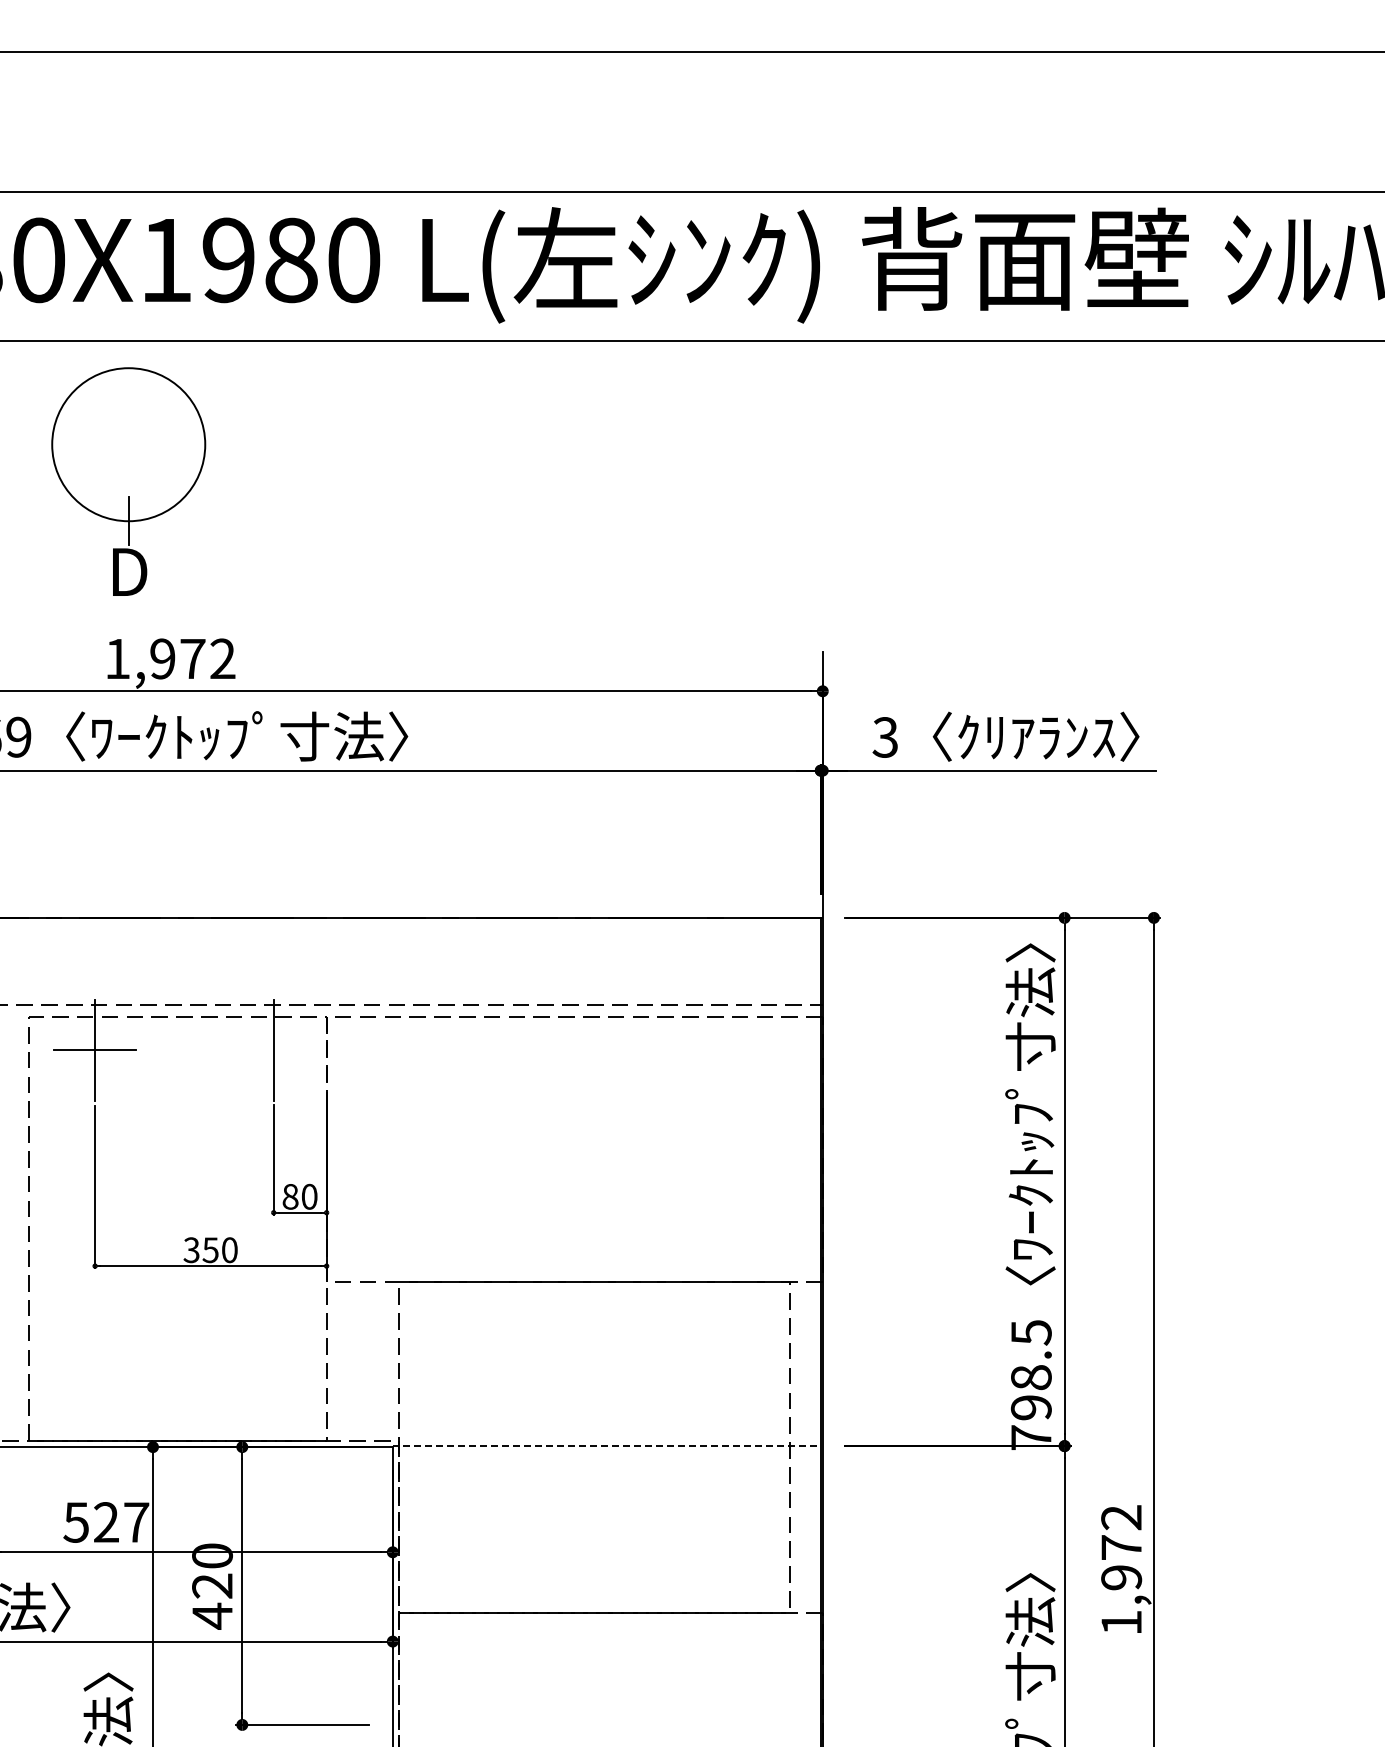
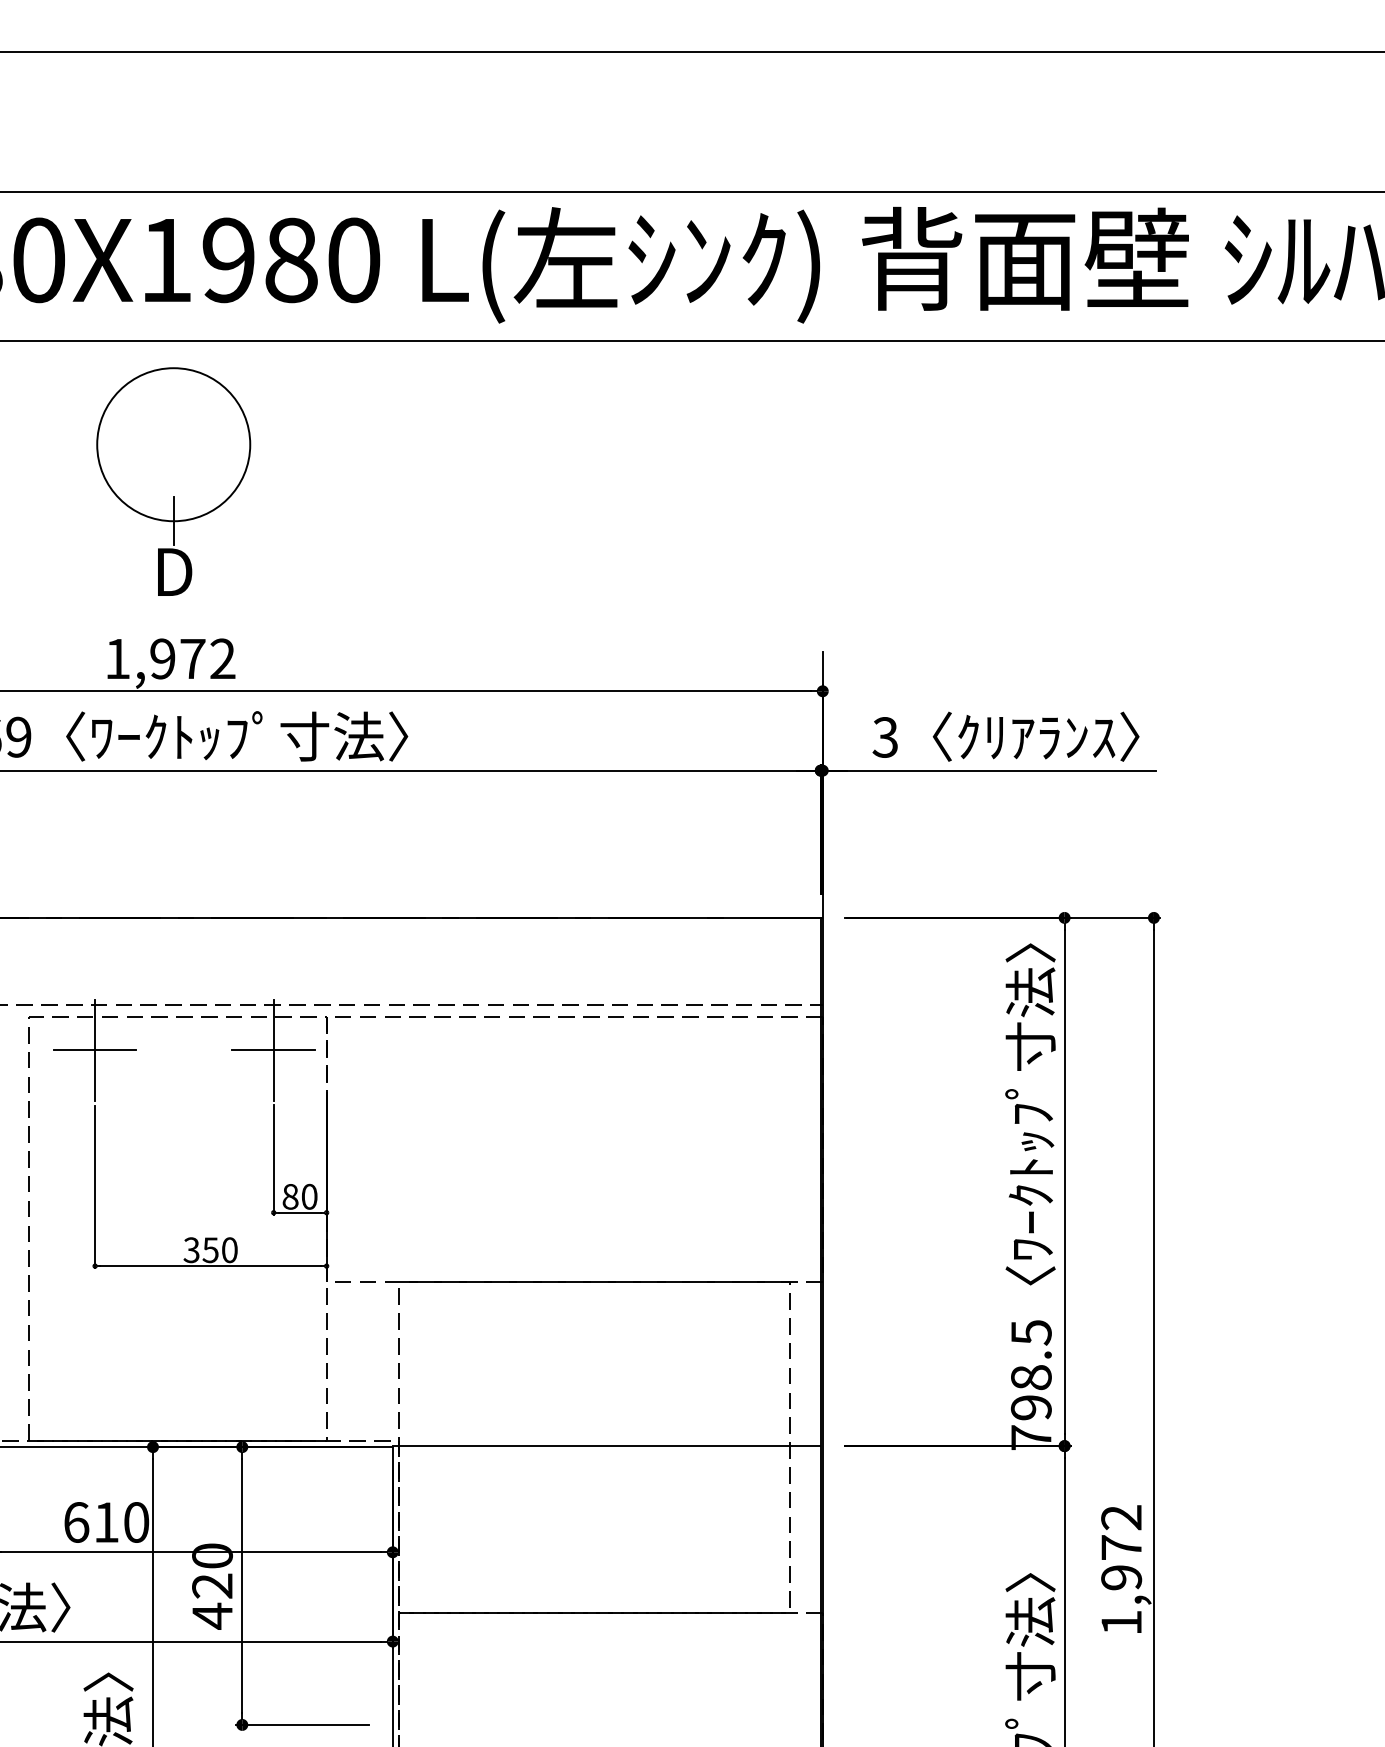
part at (128, 481) position: (128, 481) -> (173, 481)
line at (273, 1050): none -> present
line at (605, 1446): dashed -> solid
text at (106, 1522): 527 -> 610
